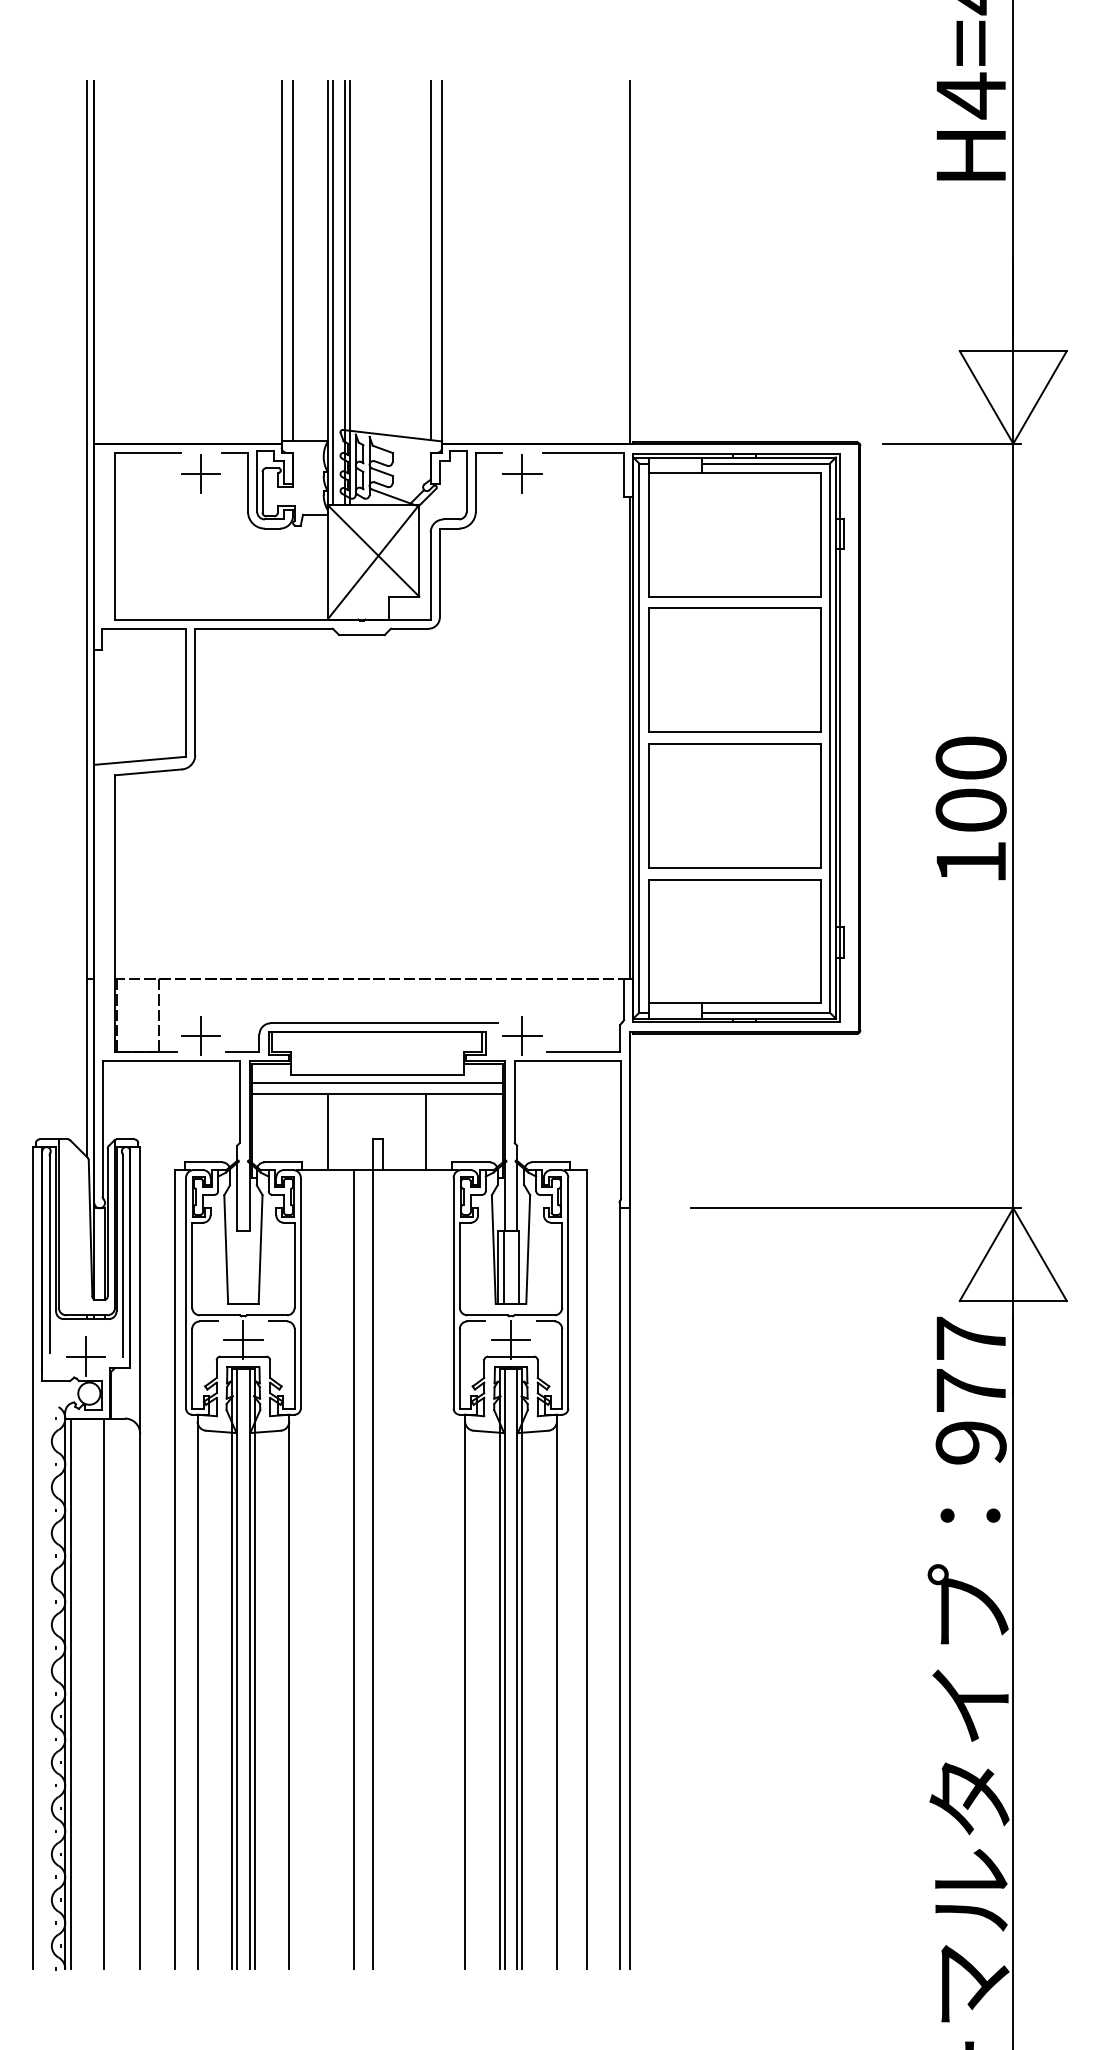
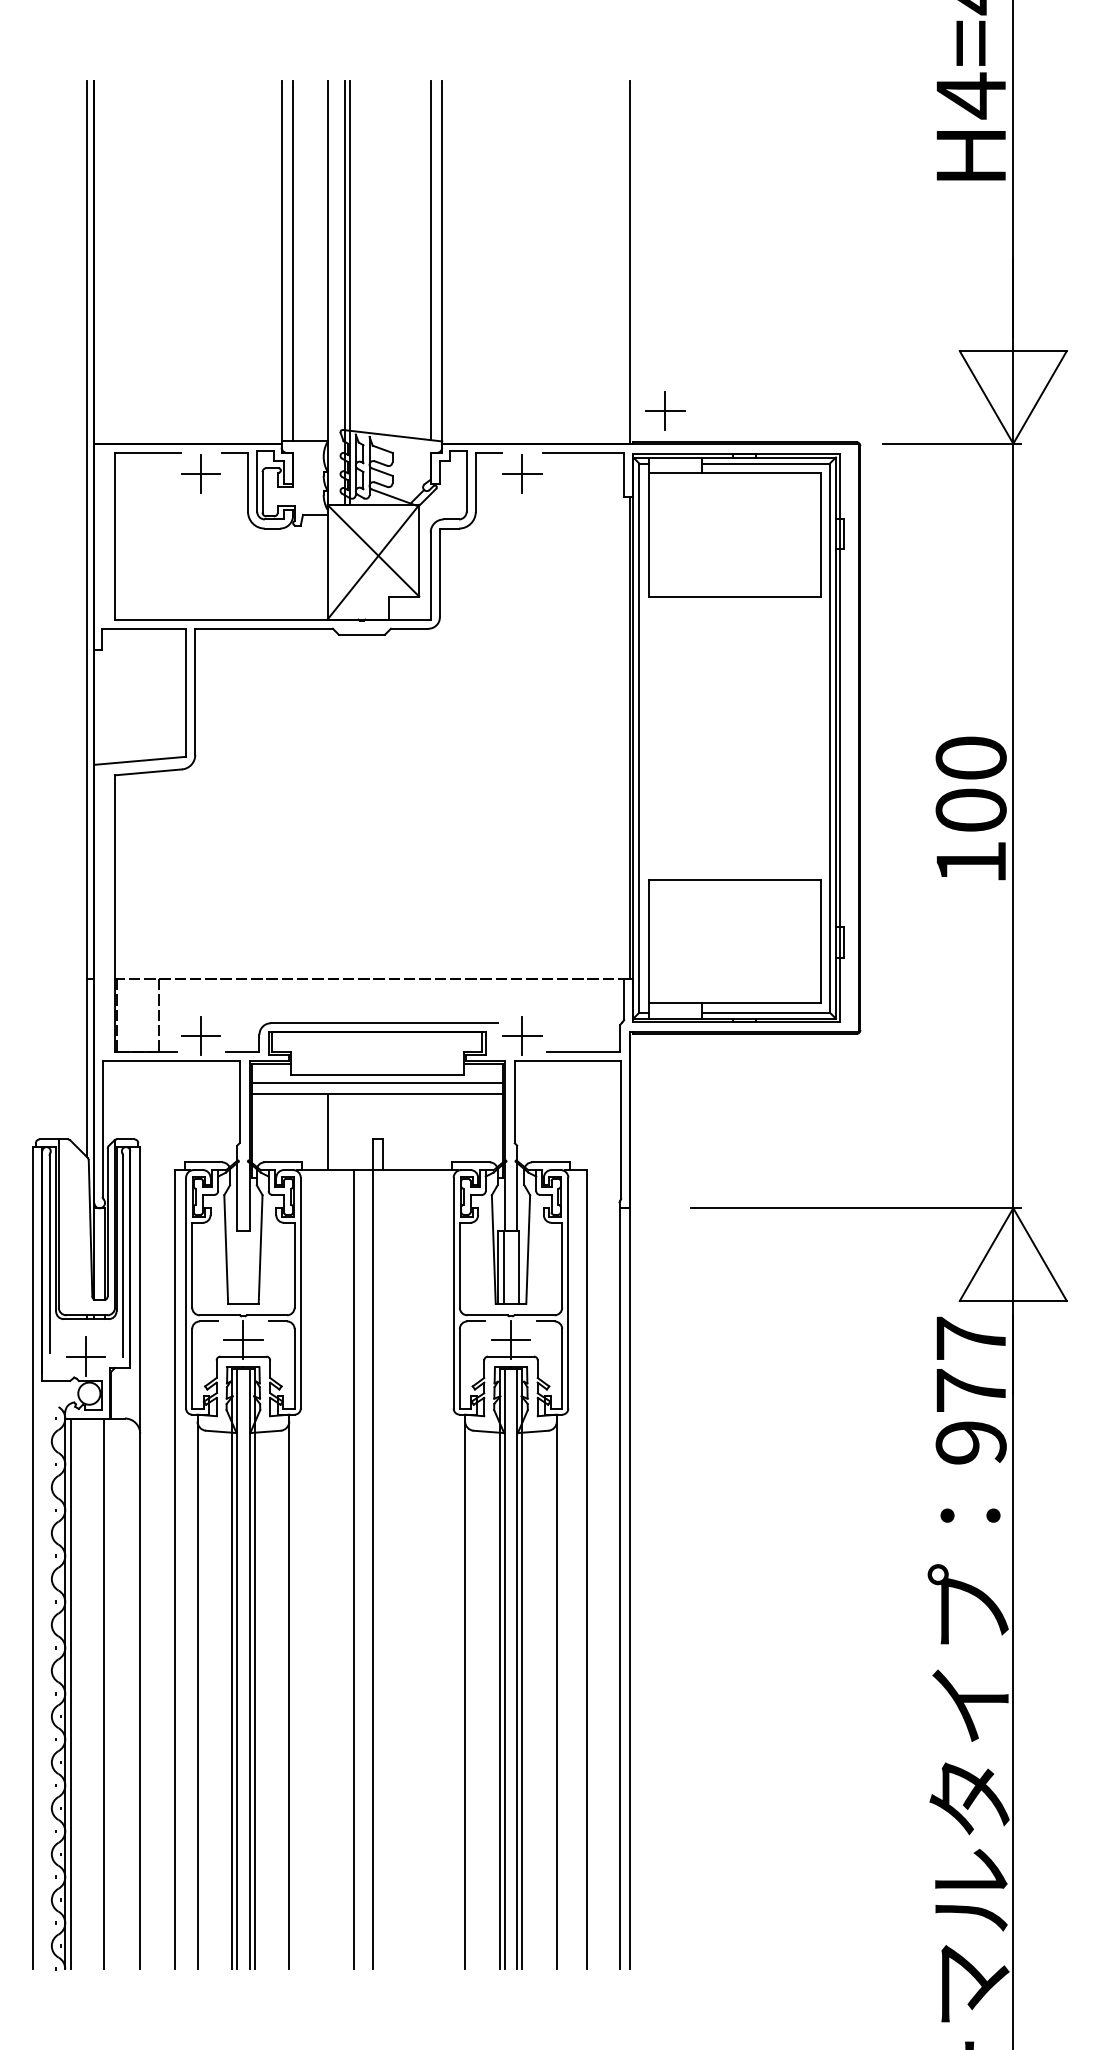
line at (332, 292): present -> none
part at (665, 410): none -> present
part at (734, 669): present -> none
part at (734, 805): present -> none
line at (426, 1131): present -> none
